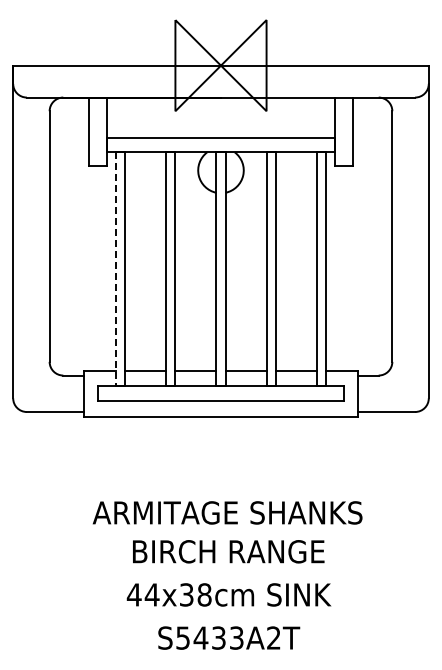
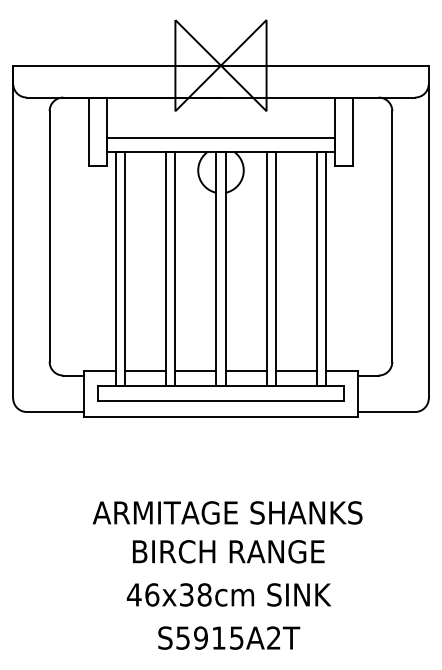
line at (116, 269): dashed -> solid
text at (151, 594): 44x38cm -> 46x38cm
text at (218, 637): S5433A2T -> S5915A2T
